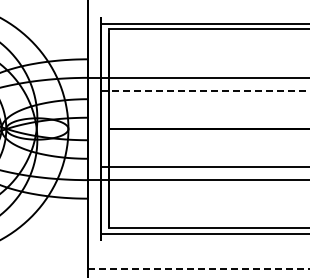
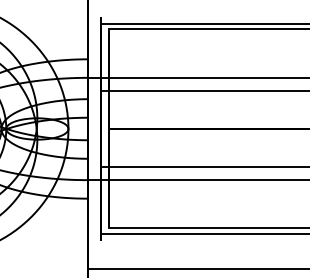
line at (205, 90): dashed -> solid
line at (198, 269): dashed -> solid
